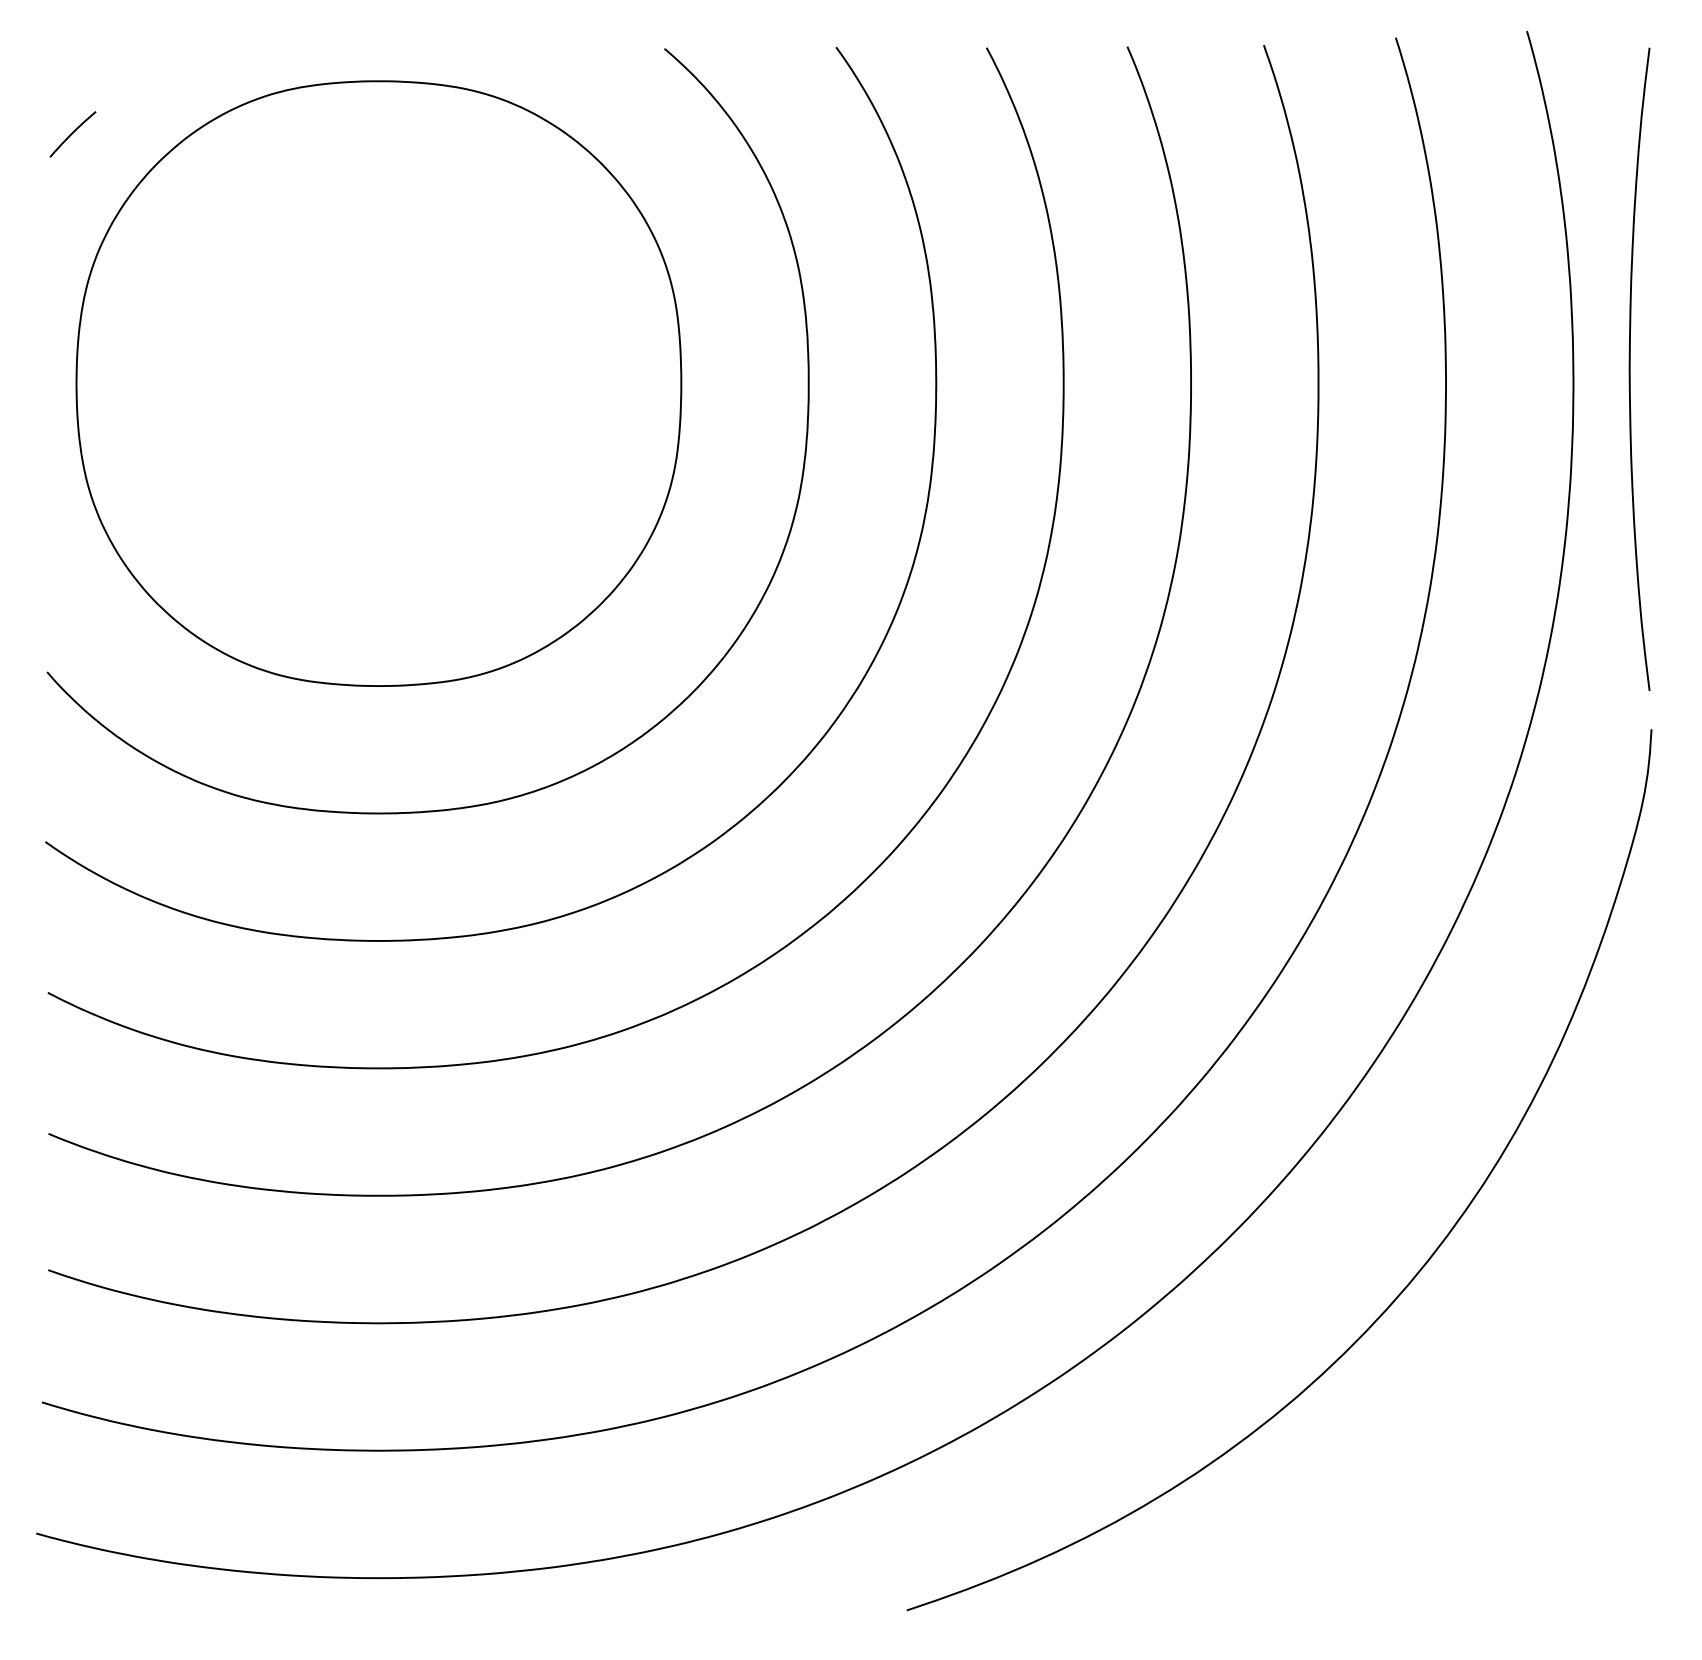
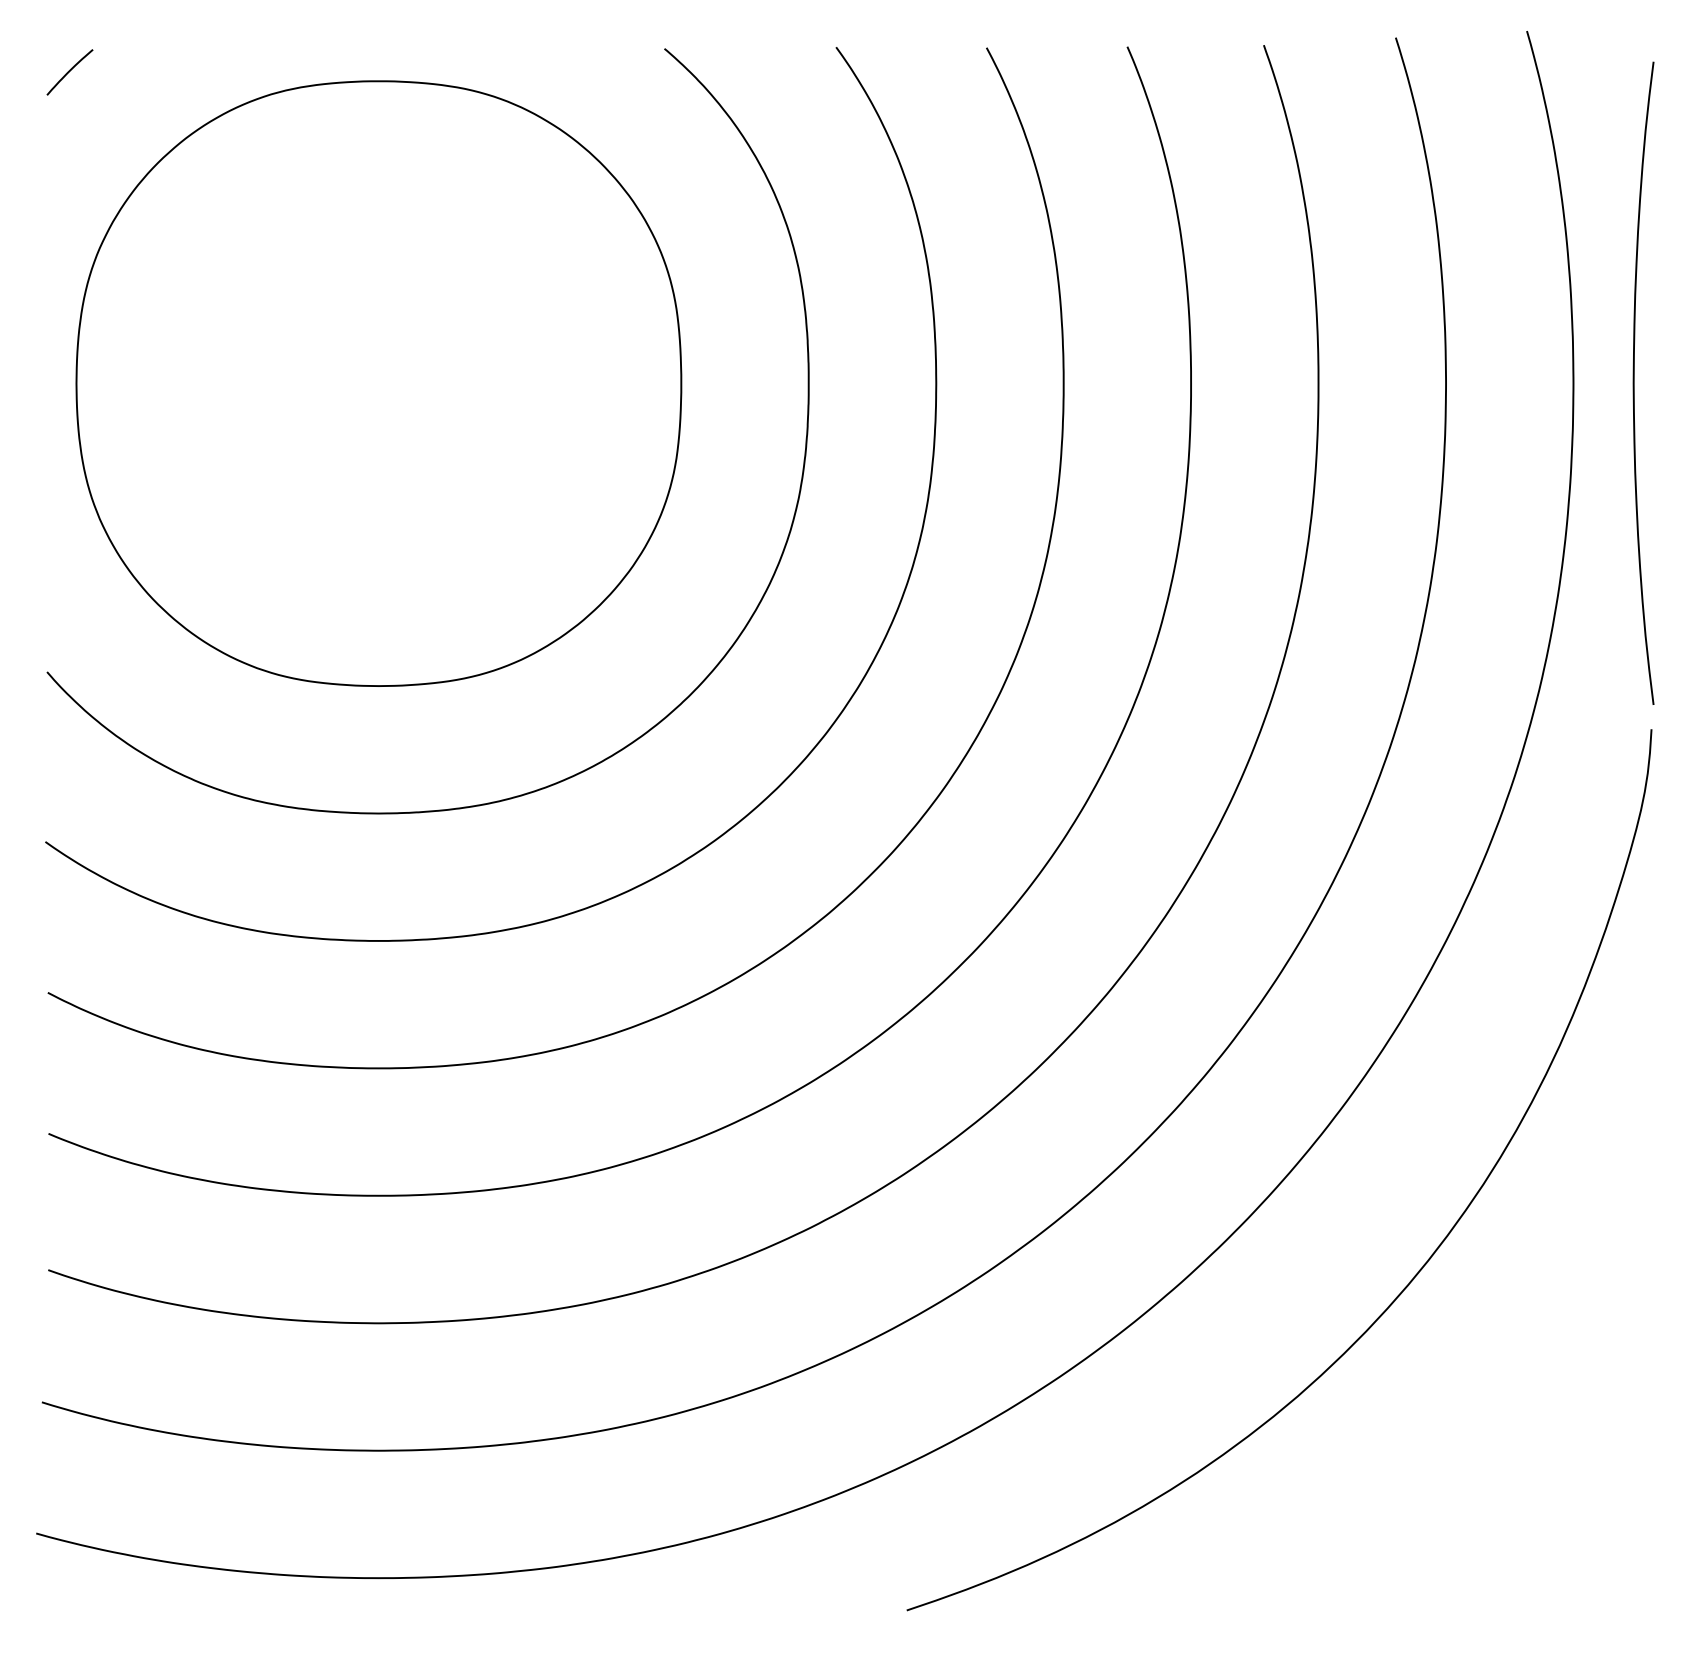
curve at (72, 134) position: (72, 134) -> (69, 72)
curve at (1630, 368) position: (1630, 368) -> (1634, 382)
